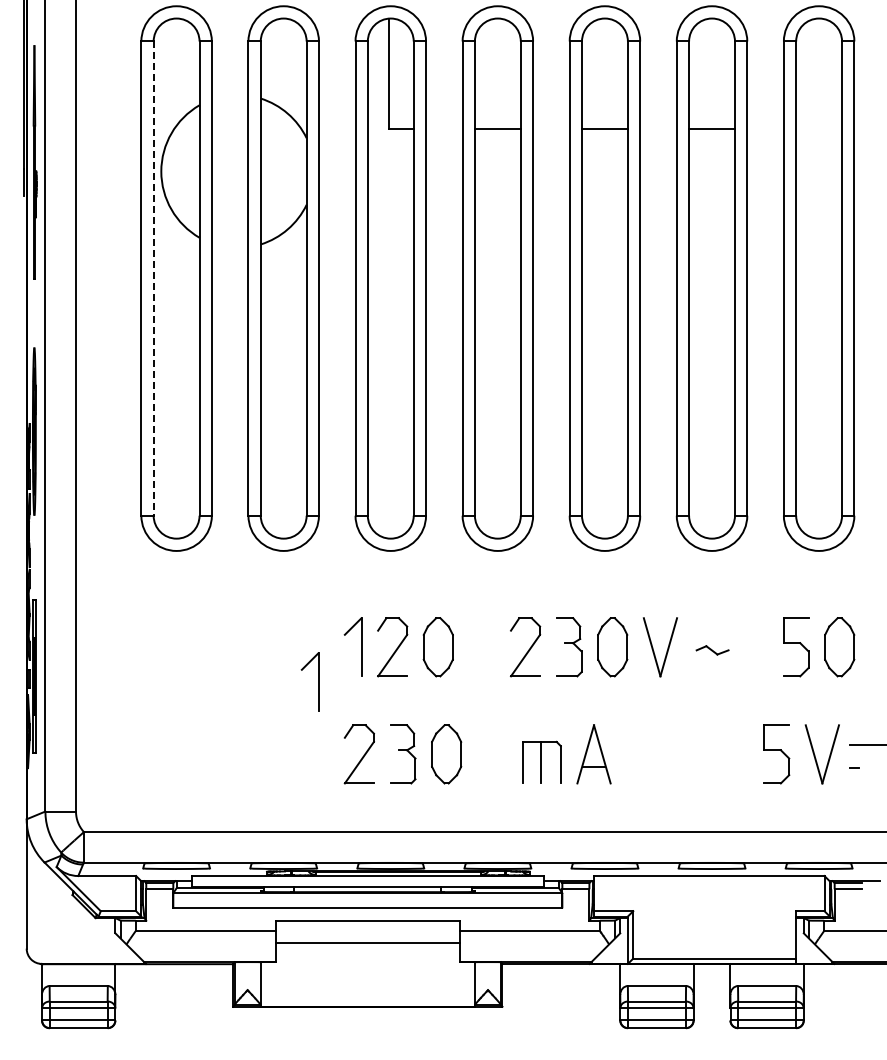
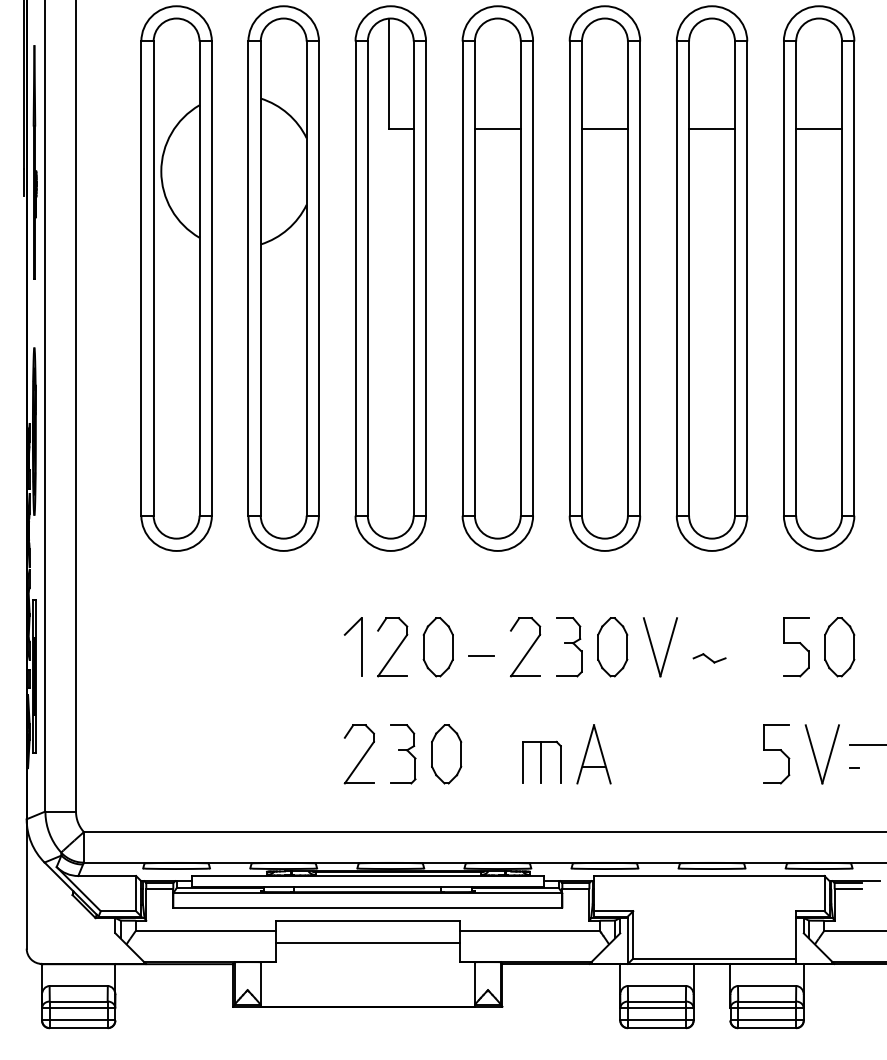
line at (819, 128): none -> present
line at (153, 279): dashed -> solid
part at (712, 650) position: (712, 650) -> (709, 658)
line at (481, 655): none -> present
part at (318, 681): present -> none
